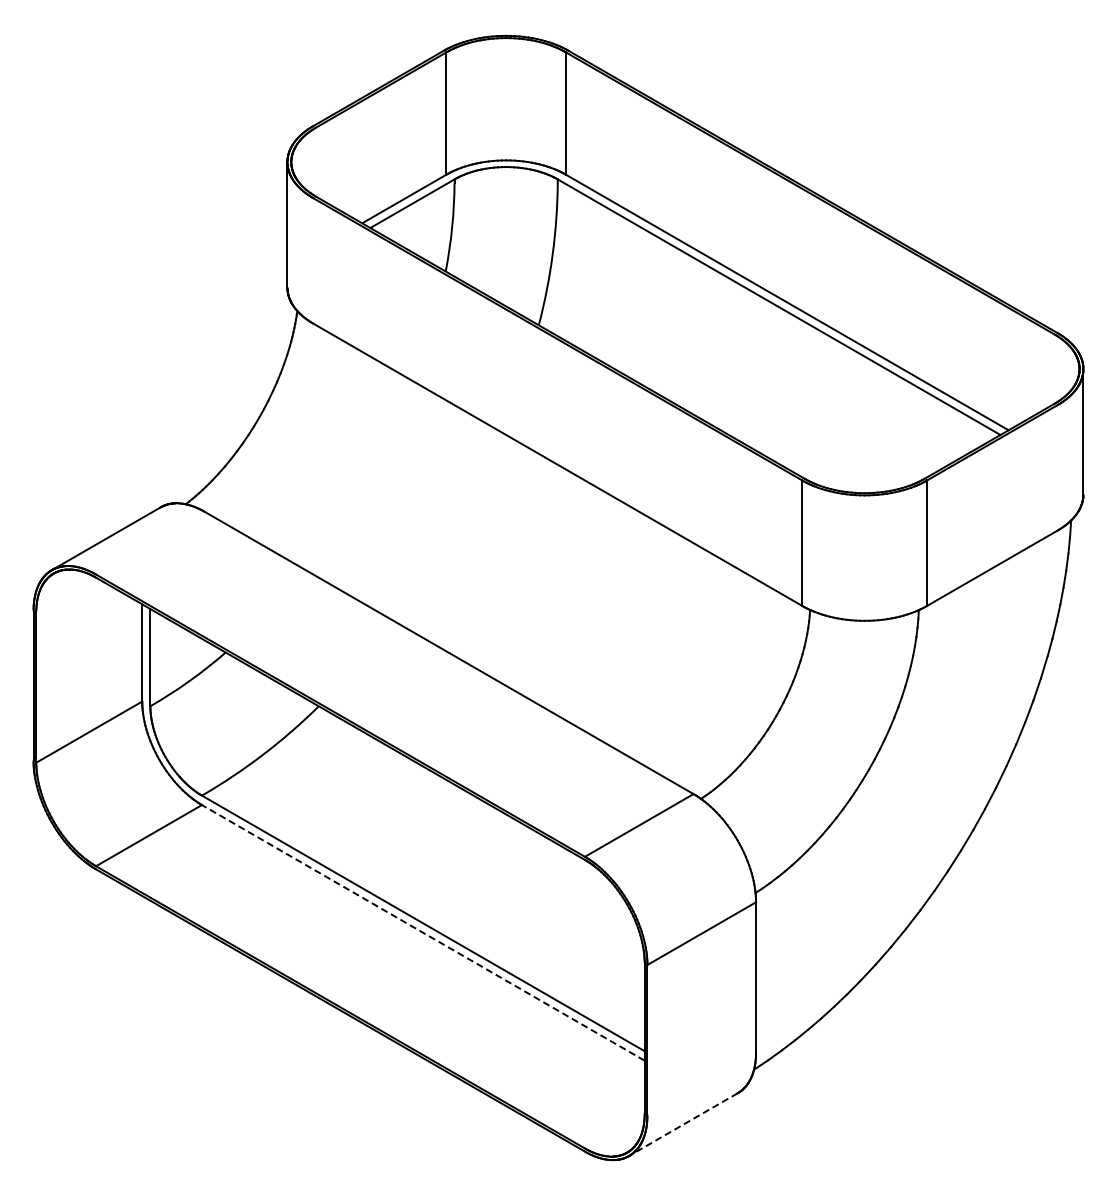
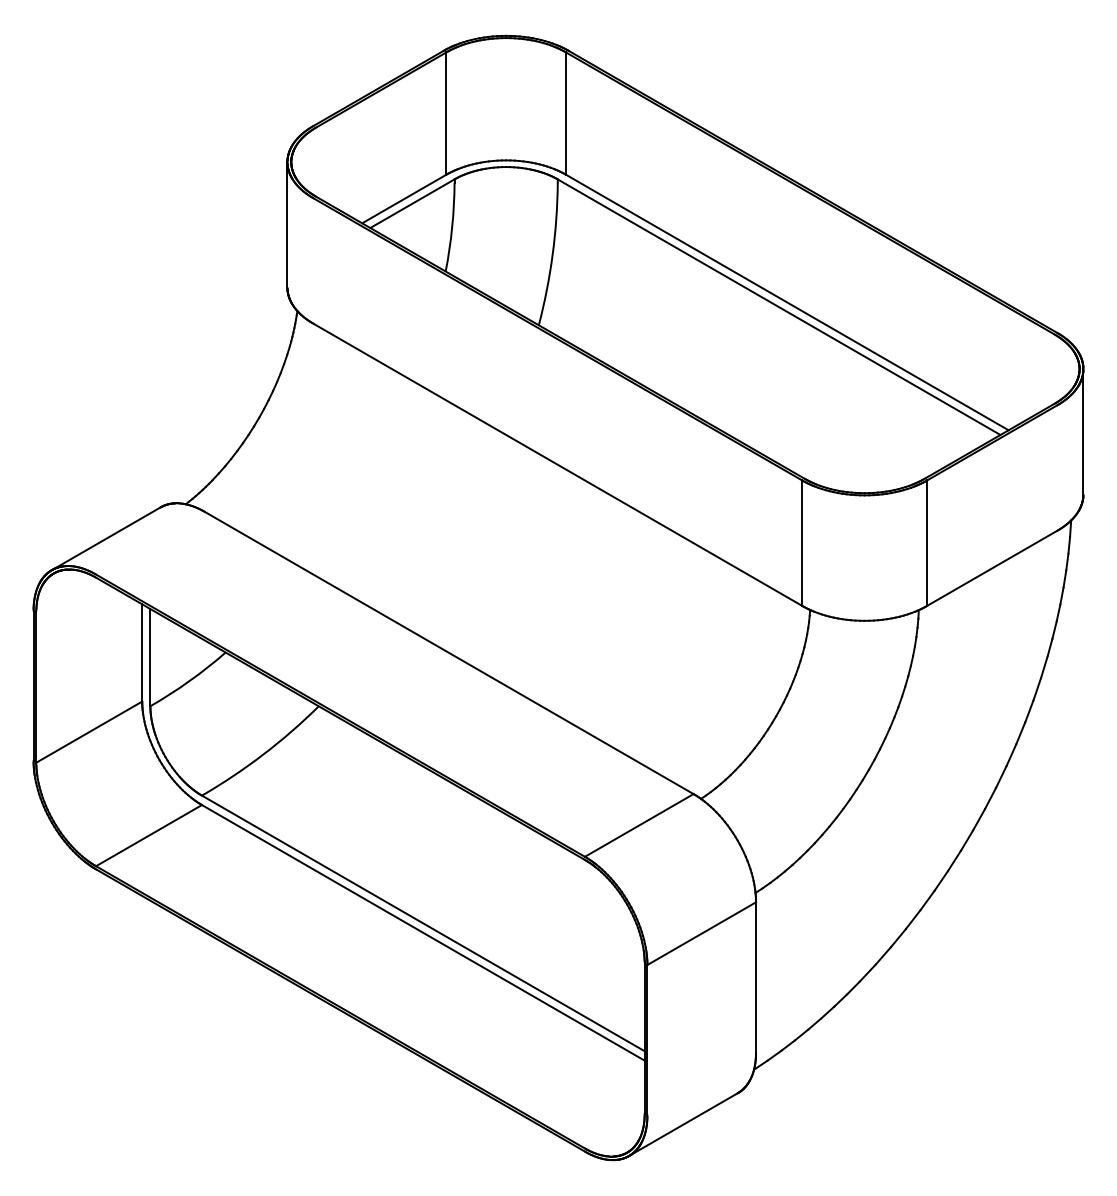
line at (423, 932): dashed -> solid
line at (683, 1124): dashed -> solid
